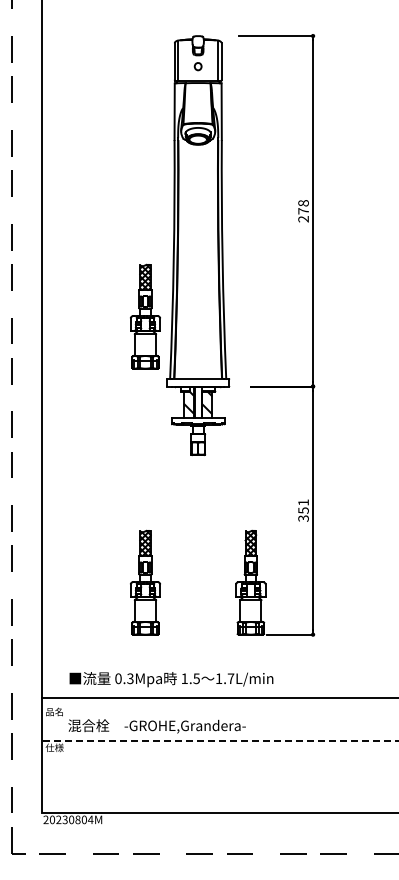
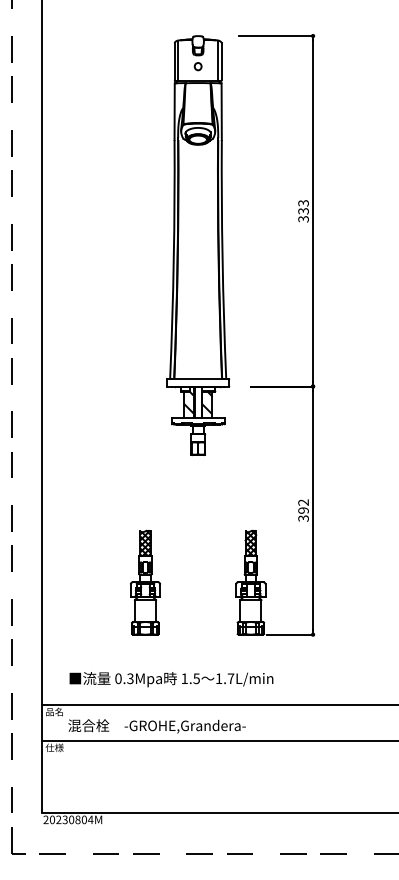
text at (303, 211): 278 -> 333
part at (145, 316): present -> none
text at (303, 506): 351 -> 392
line at (218, 698) position: (218, 698) -> (218, 705)
line at (220, 740): dashed -> solid
